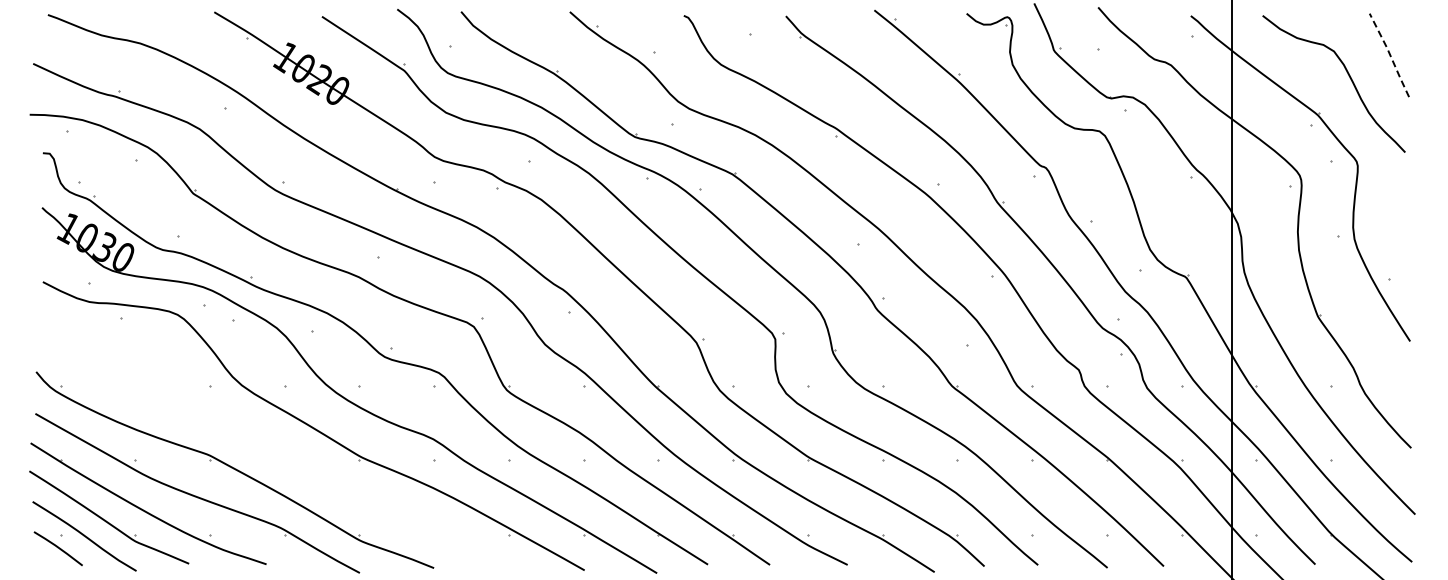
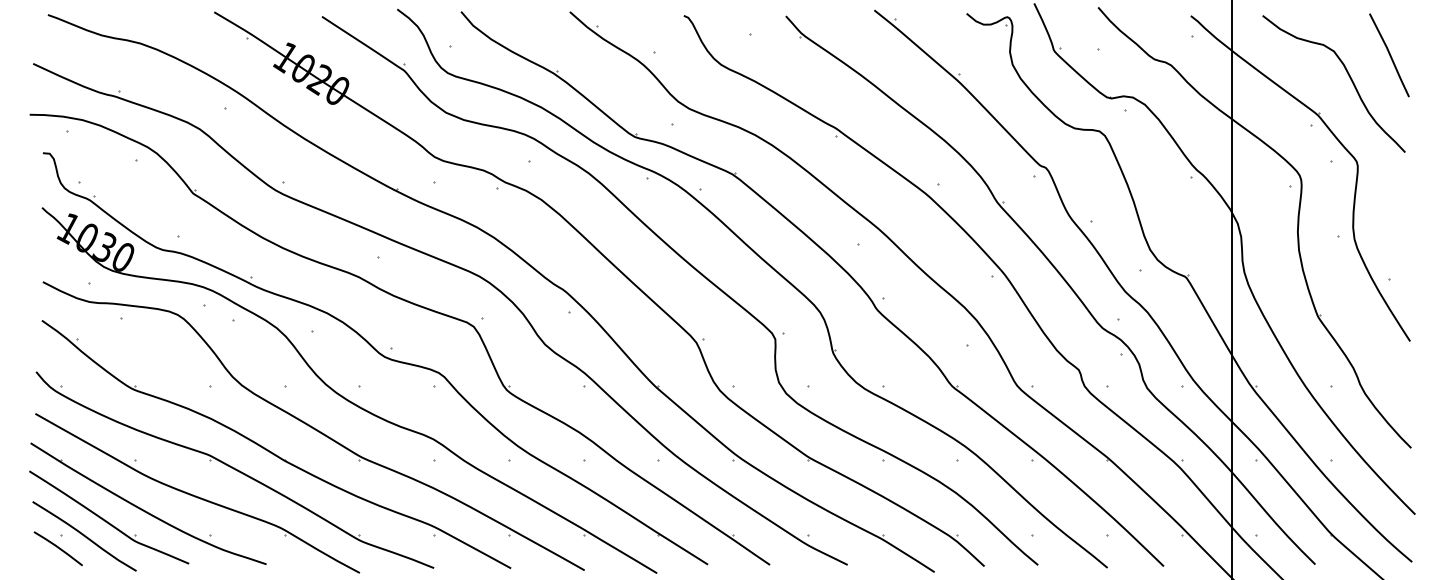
line at (1390, 54): dashed -> solid
part at (273, 452): none -> present
